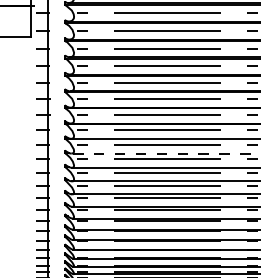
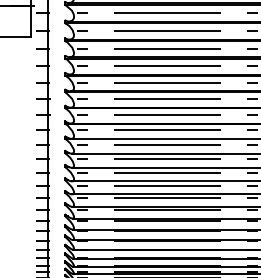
line at (165, 153): dashed -> solid
